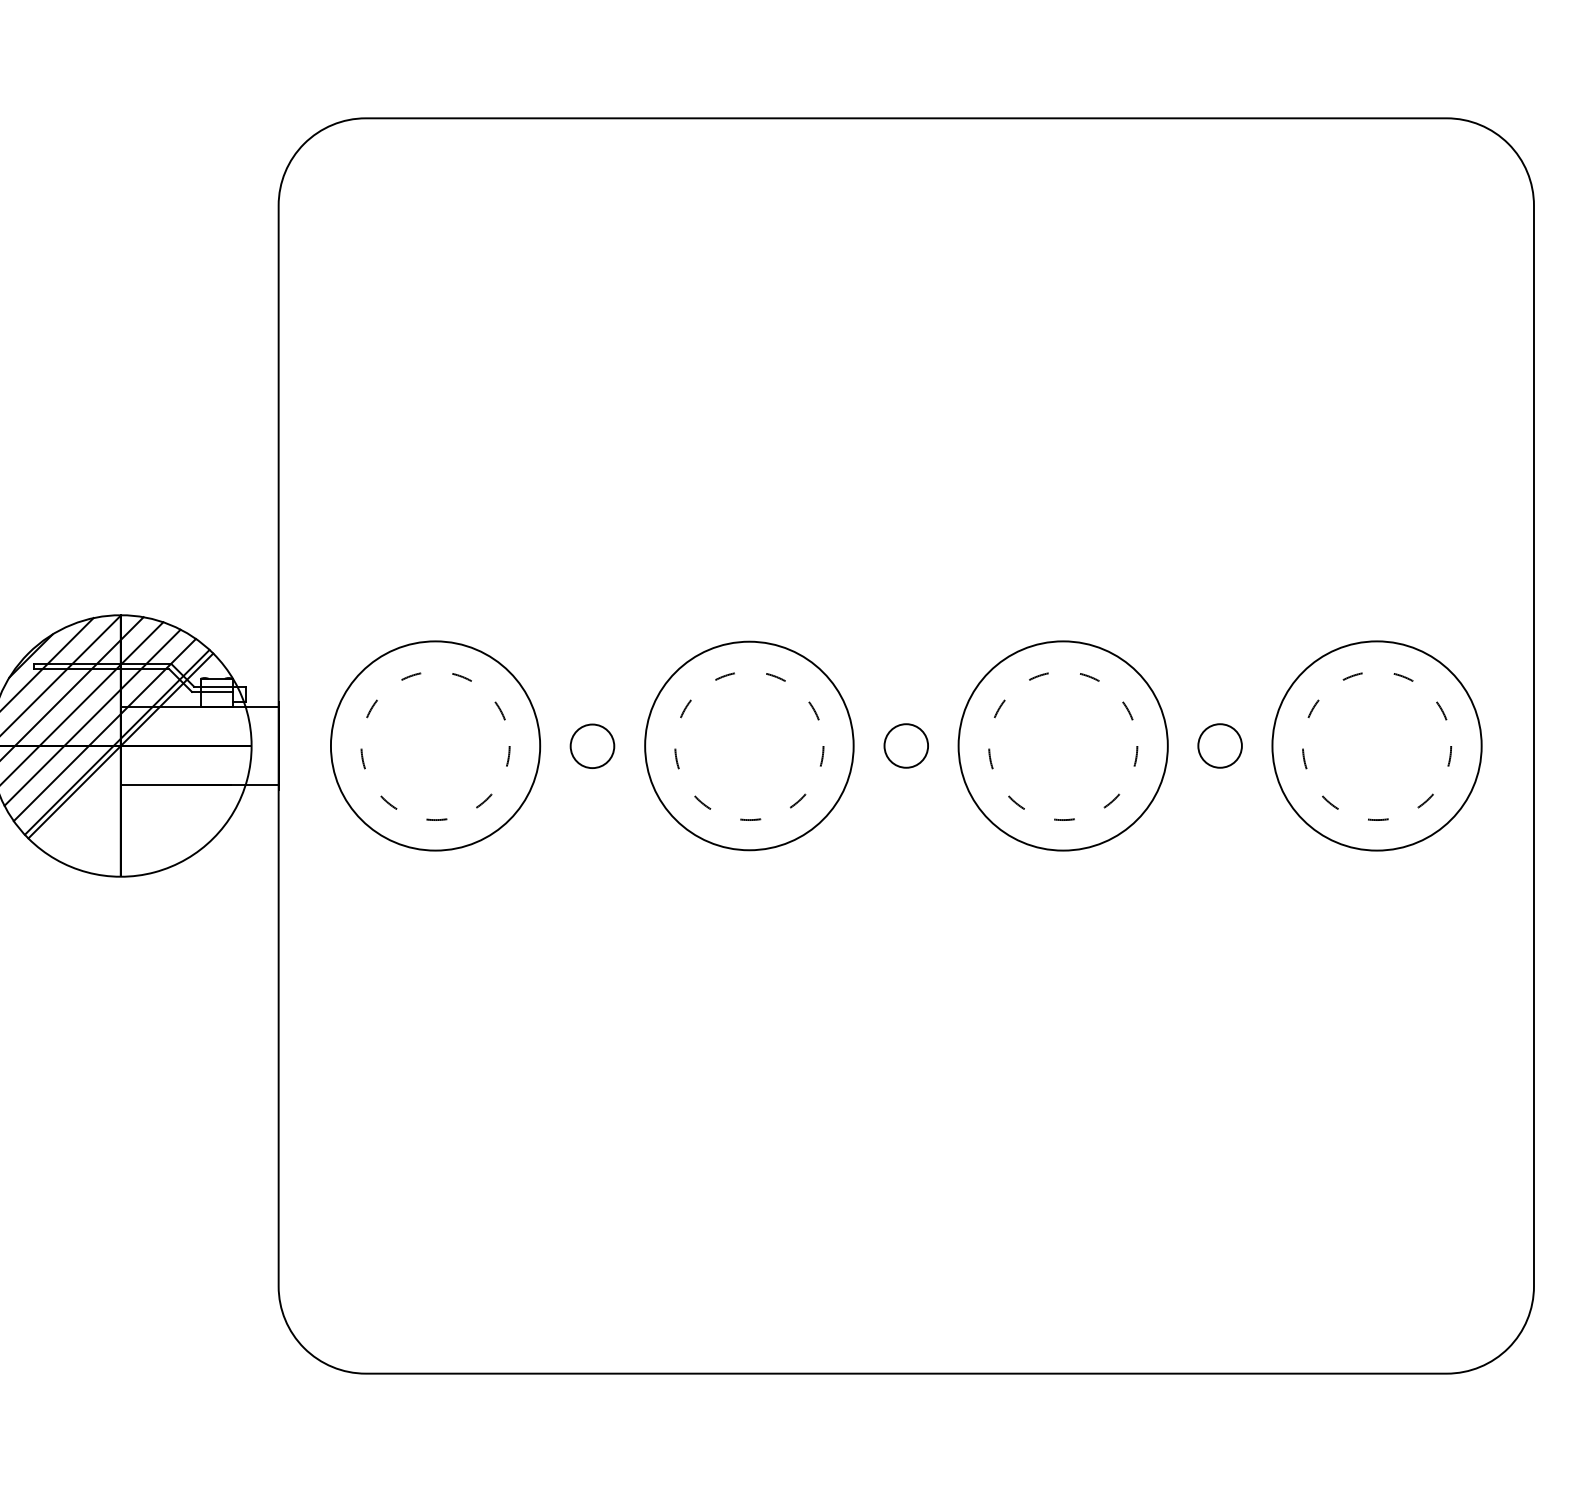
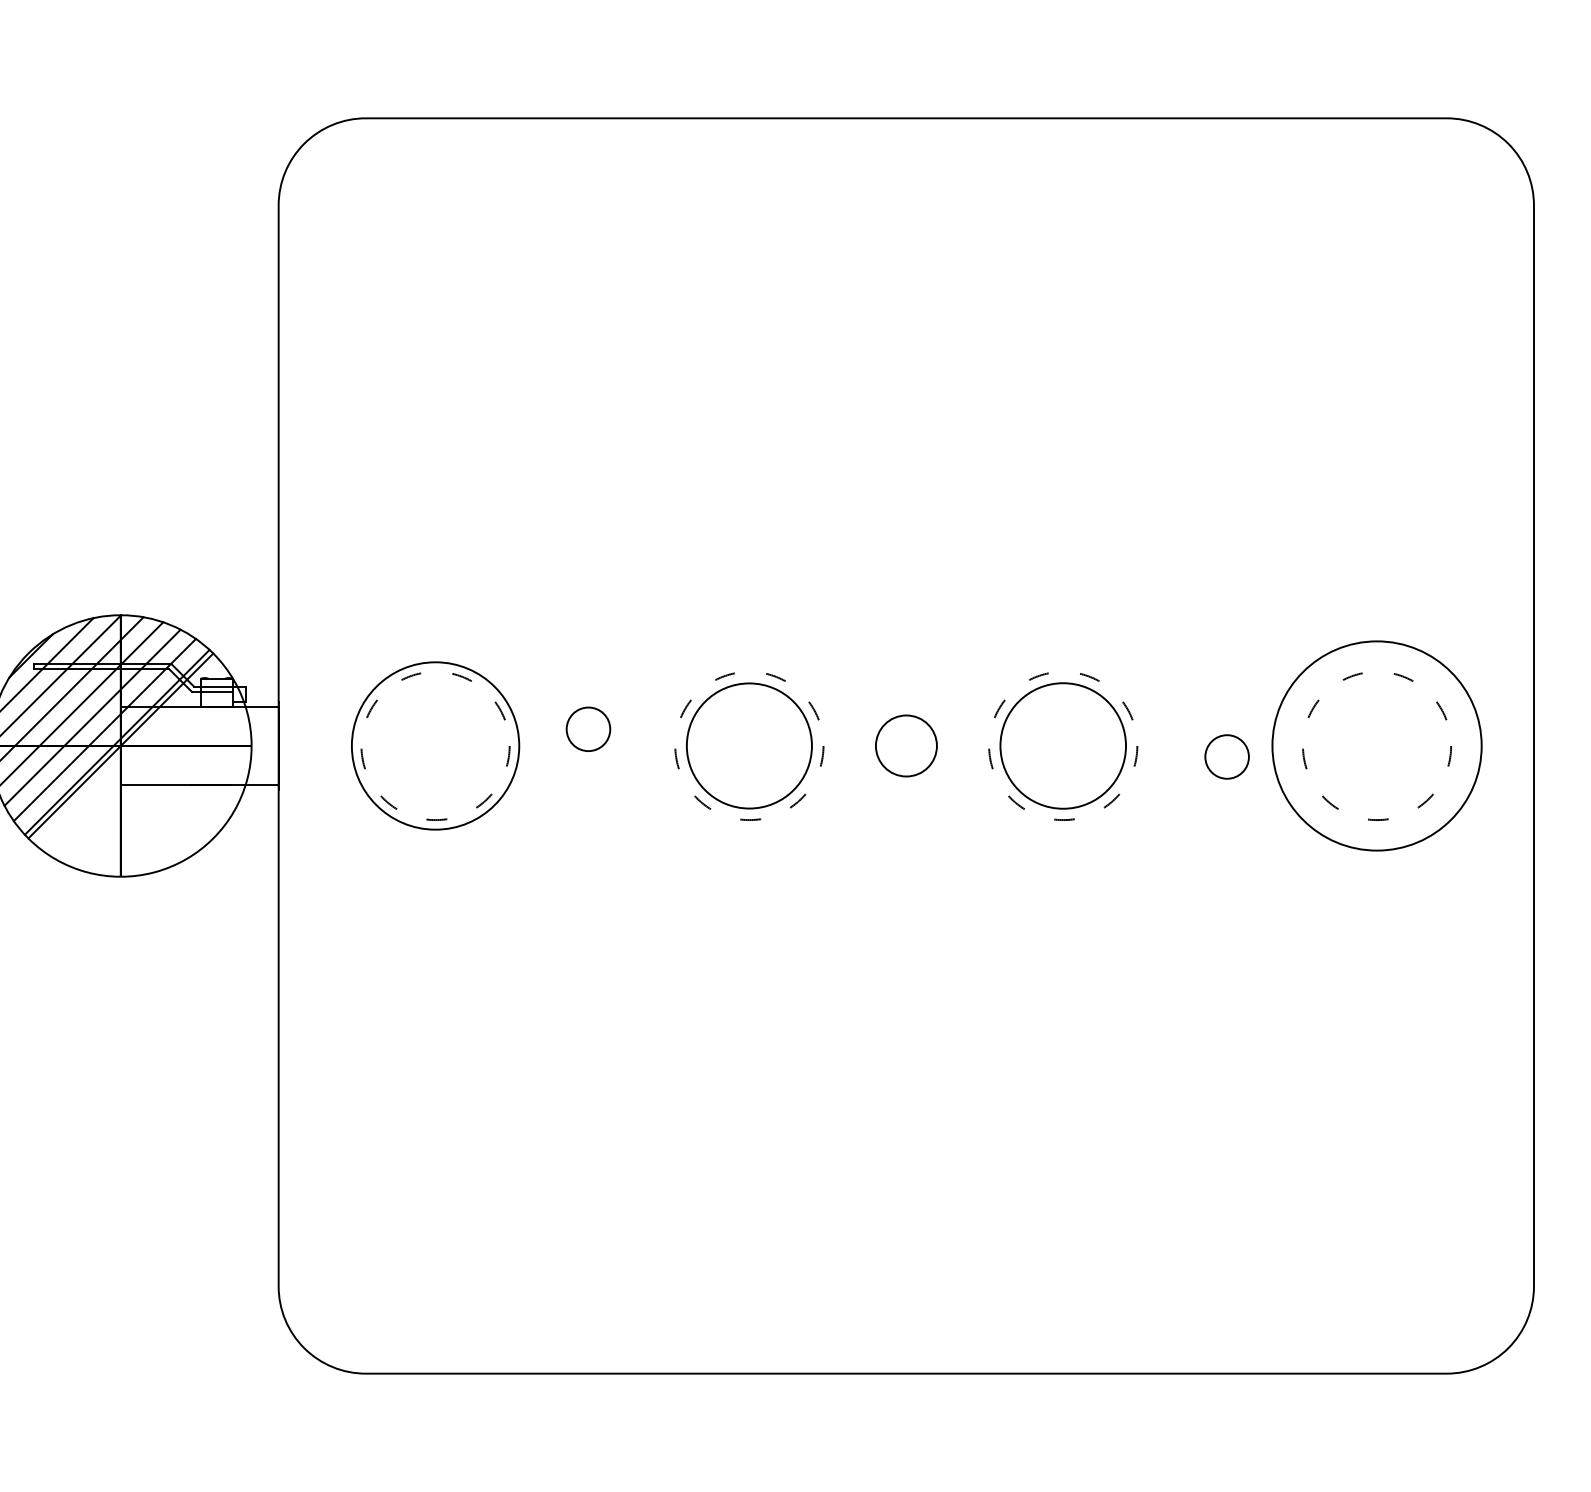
circle at (435, 745) diameter: 209 px -> 167 px
circle at (592, 745) position: (592, 745) -> (588, 728)
circle at (749, 745) diameter: 209 px -> 125 px
circle at (905, 745) size: 46x46 px -> 63x64 px
circle at (1062, 745) diameter: 209 px -> 126 px
circle at (1219, 745) position: (1219, 745) -> (1226, 756)
